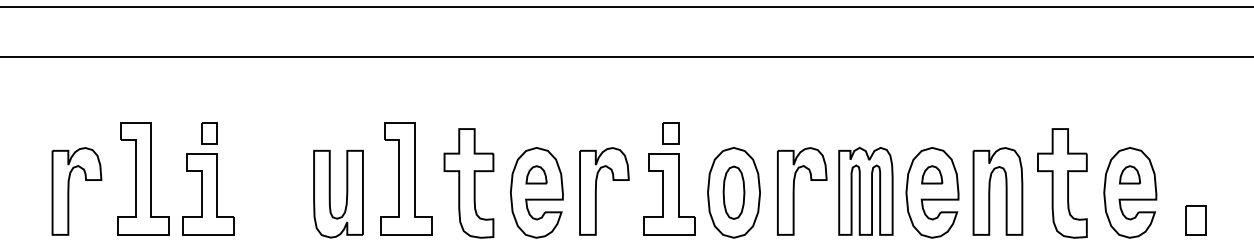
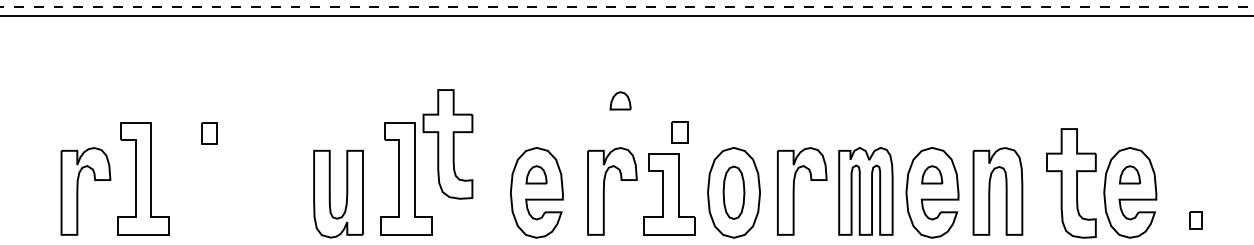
line at (627, 7): solid -> dashed
line at (626, 56) position: (626, 56) -> (626, 15)
part at (620, 100): none -> present
part at (670, 133) position: (670, 133) -> (679, 132)
part at (468, 183) position: (468, 183) -> (447, 144)
part at (1062, 183) position: (1062, 183) -> (1071, 183)
part at (69, 191) position: (69, 191) -> (78, 191)
part at (596, 191) position: (596, 191) -> (604, 191)
part at (208, 194): present -> none
part at (1195, 220) size: 22x31 px -> 14x19 px
